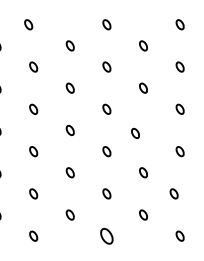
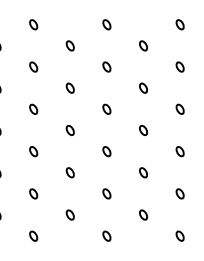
part at (28, 24) position: (28, 24) -> (33, 24)
part at (135, 133) position: (135, 133) -> (143, 130)
part at (173, 193) position: (173, 193) -> (179, 193)
part at (106, 235) size: 14x18 px -> 10x12 px
